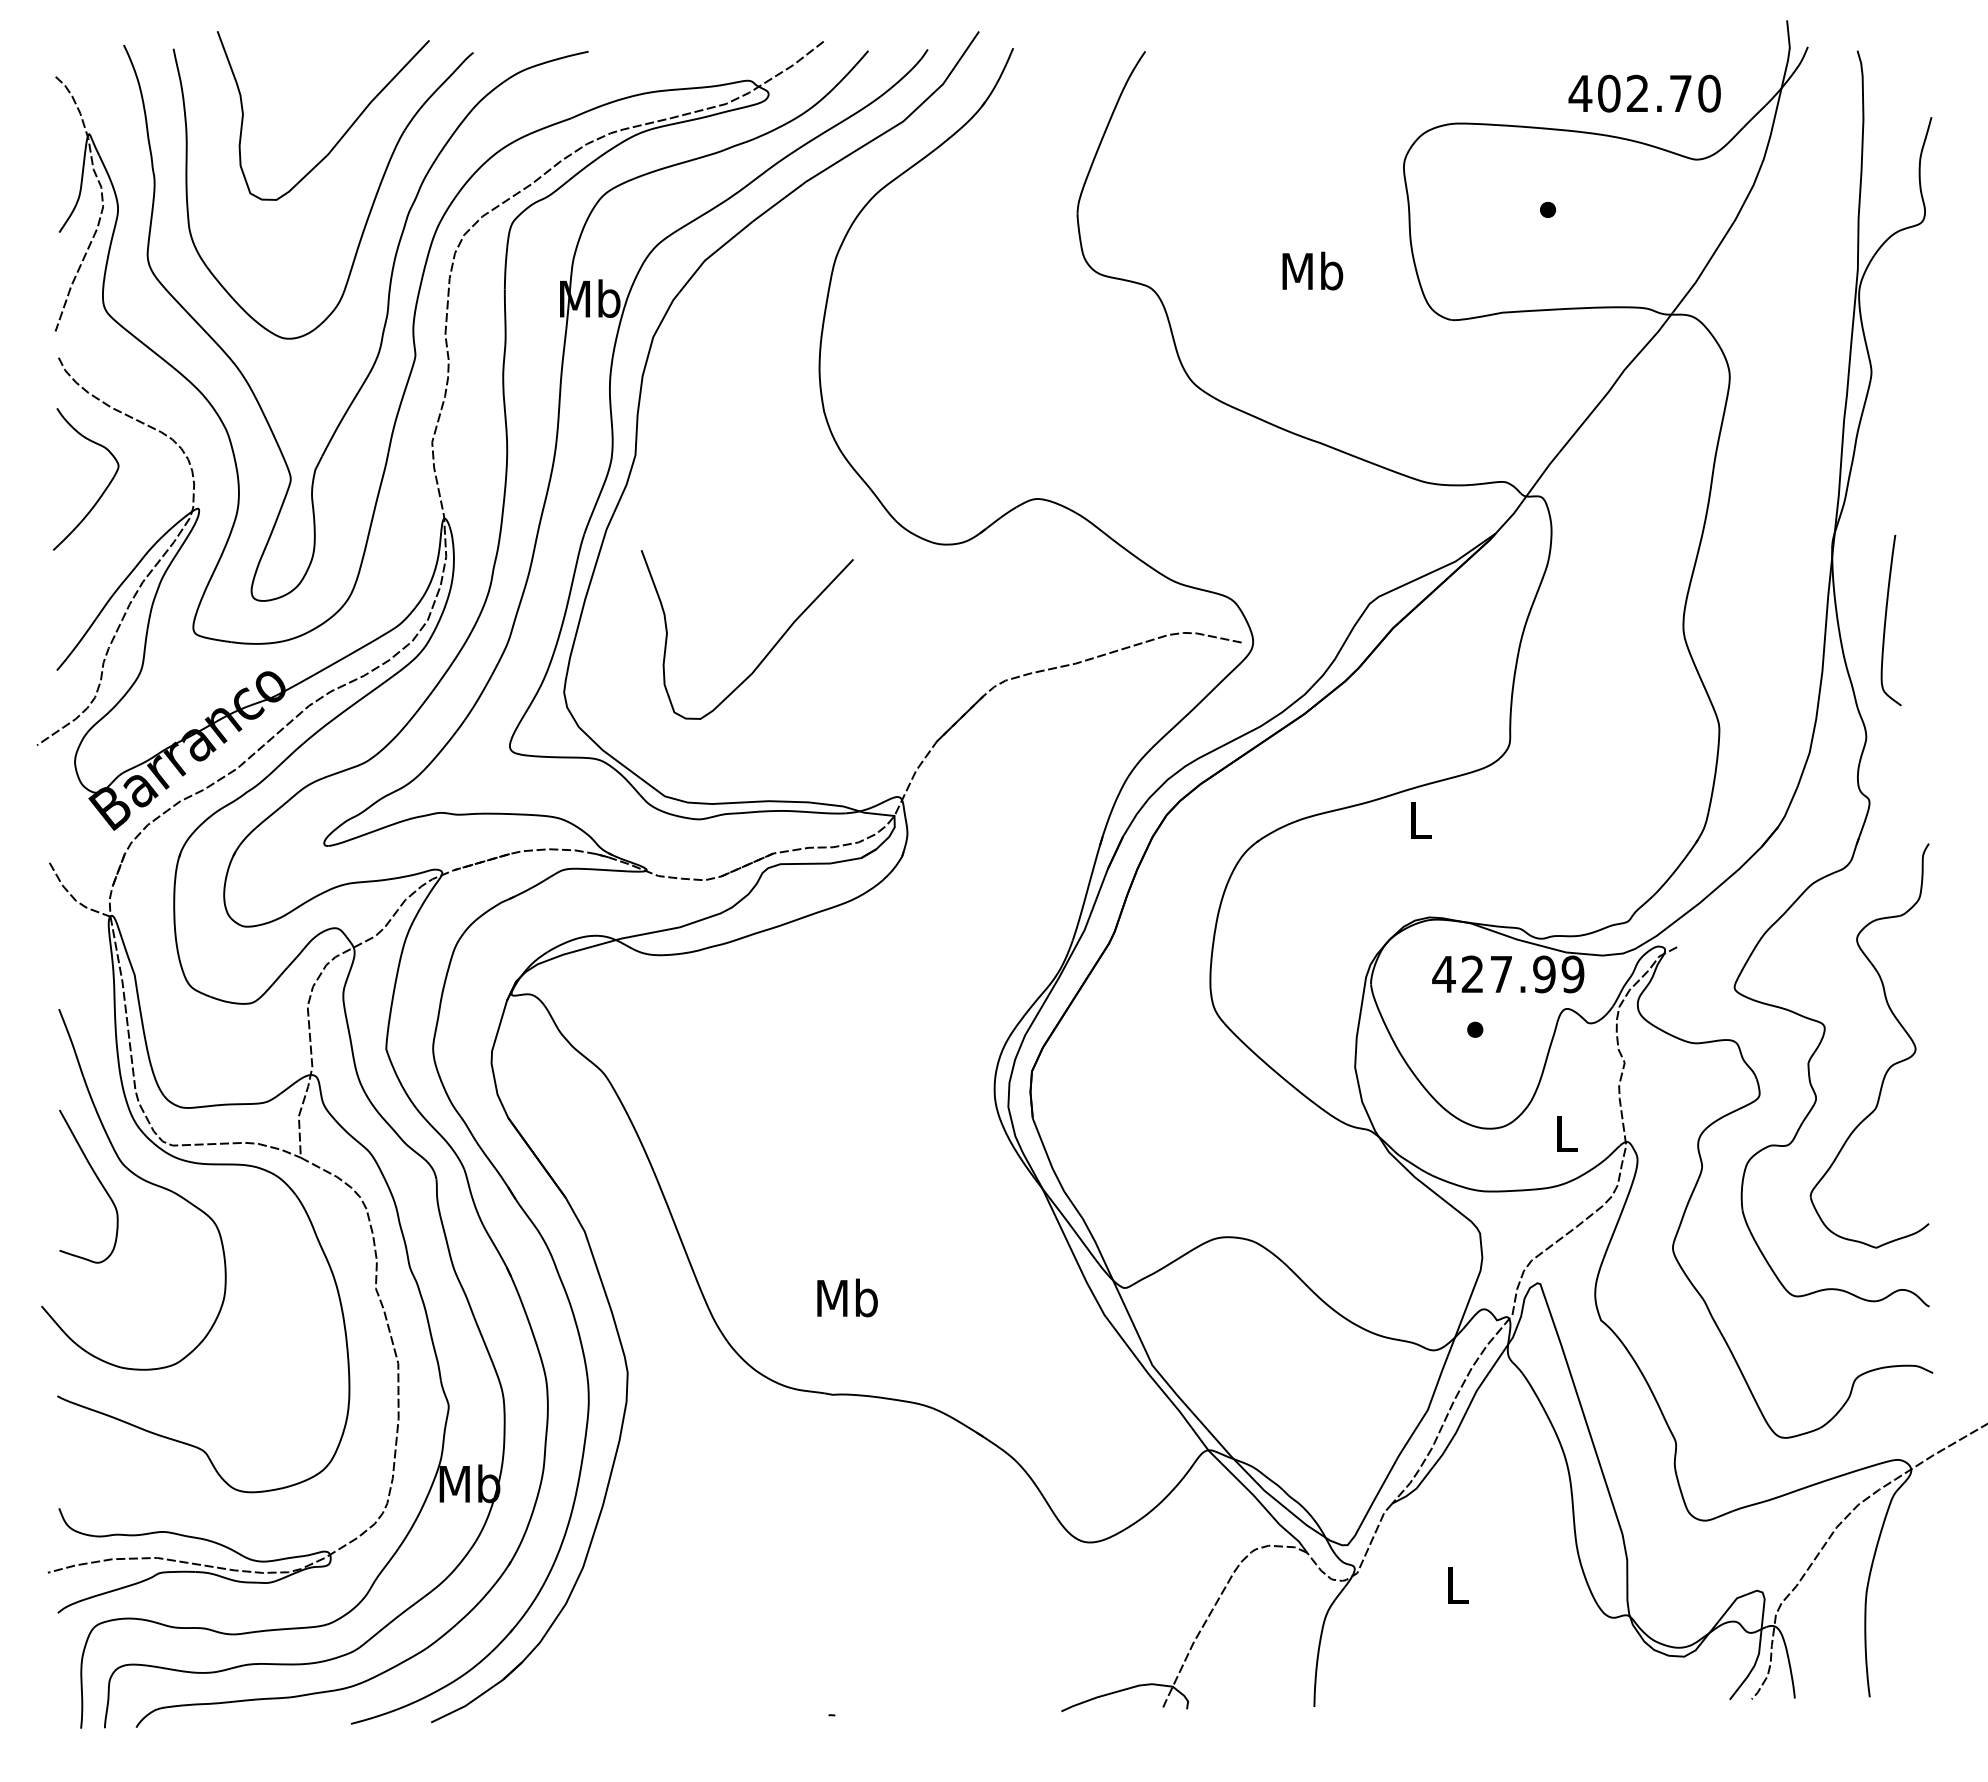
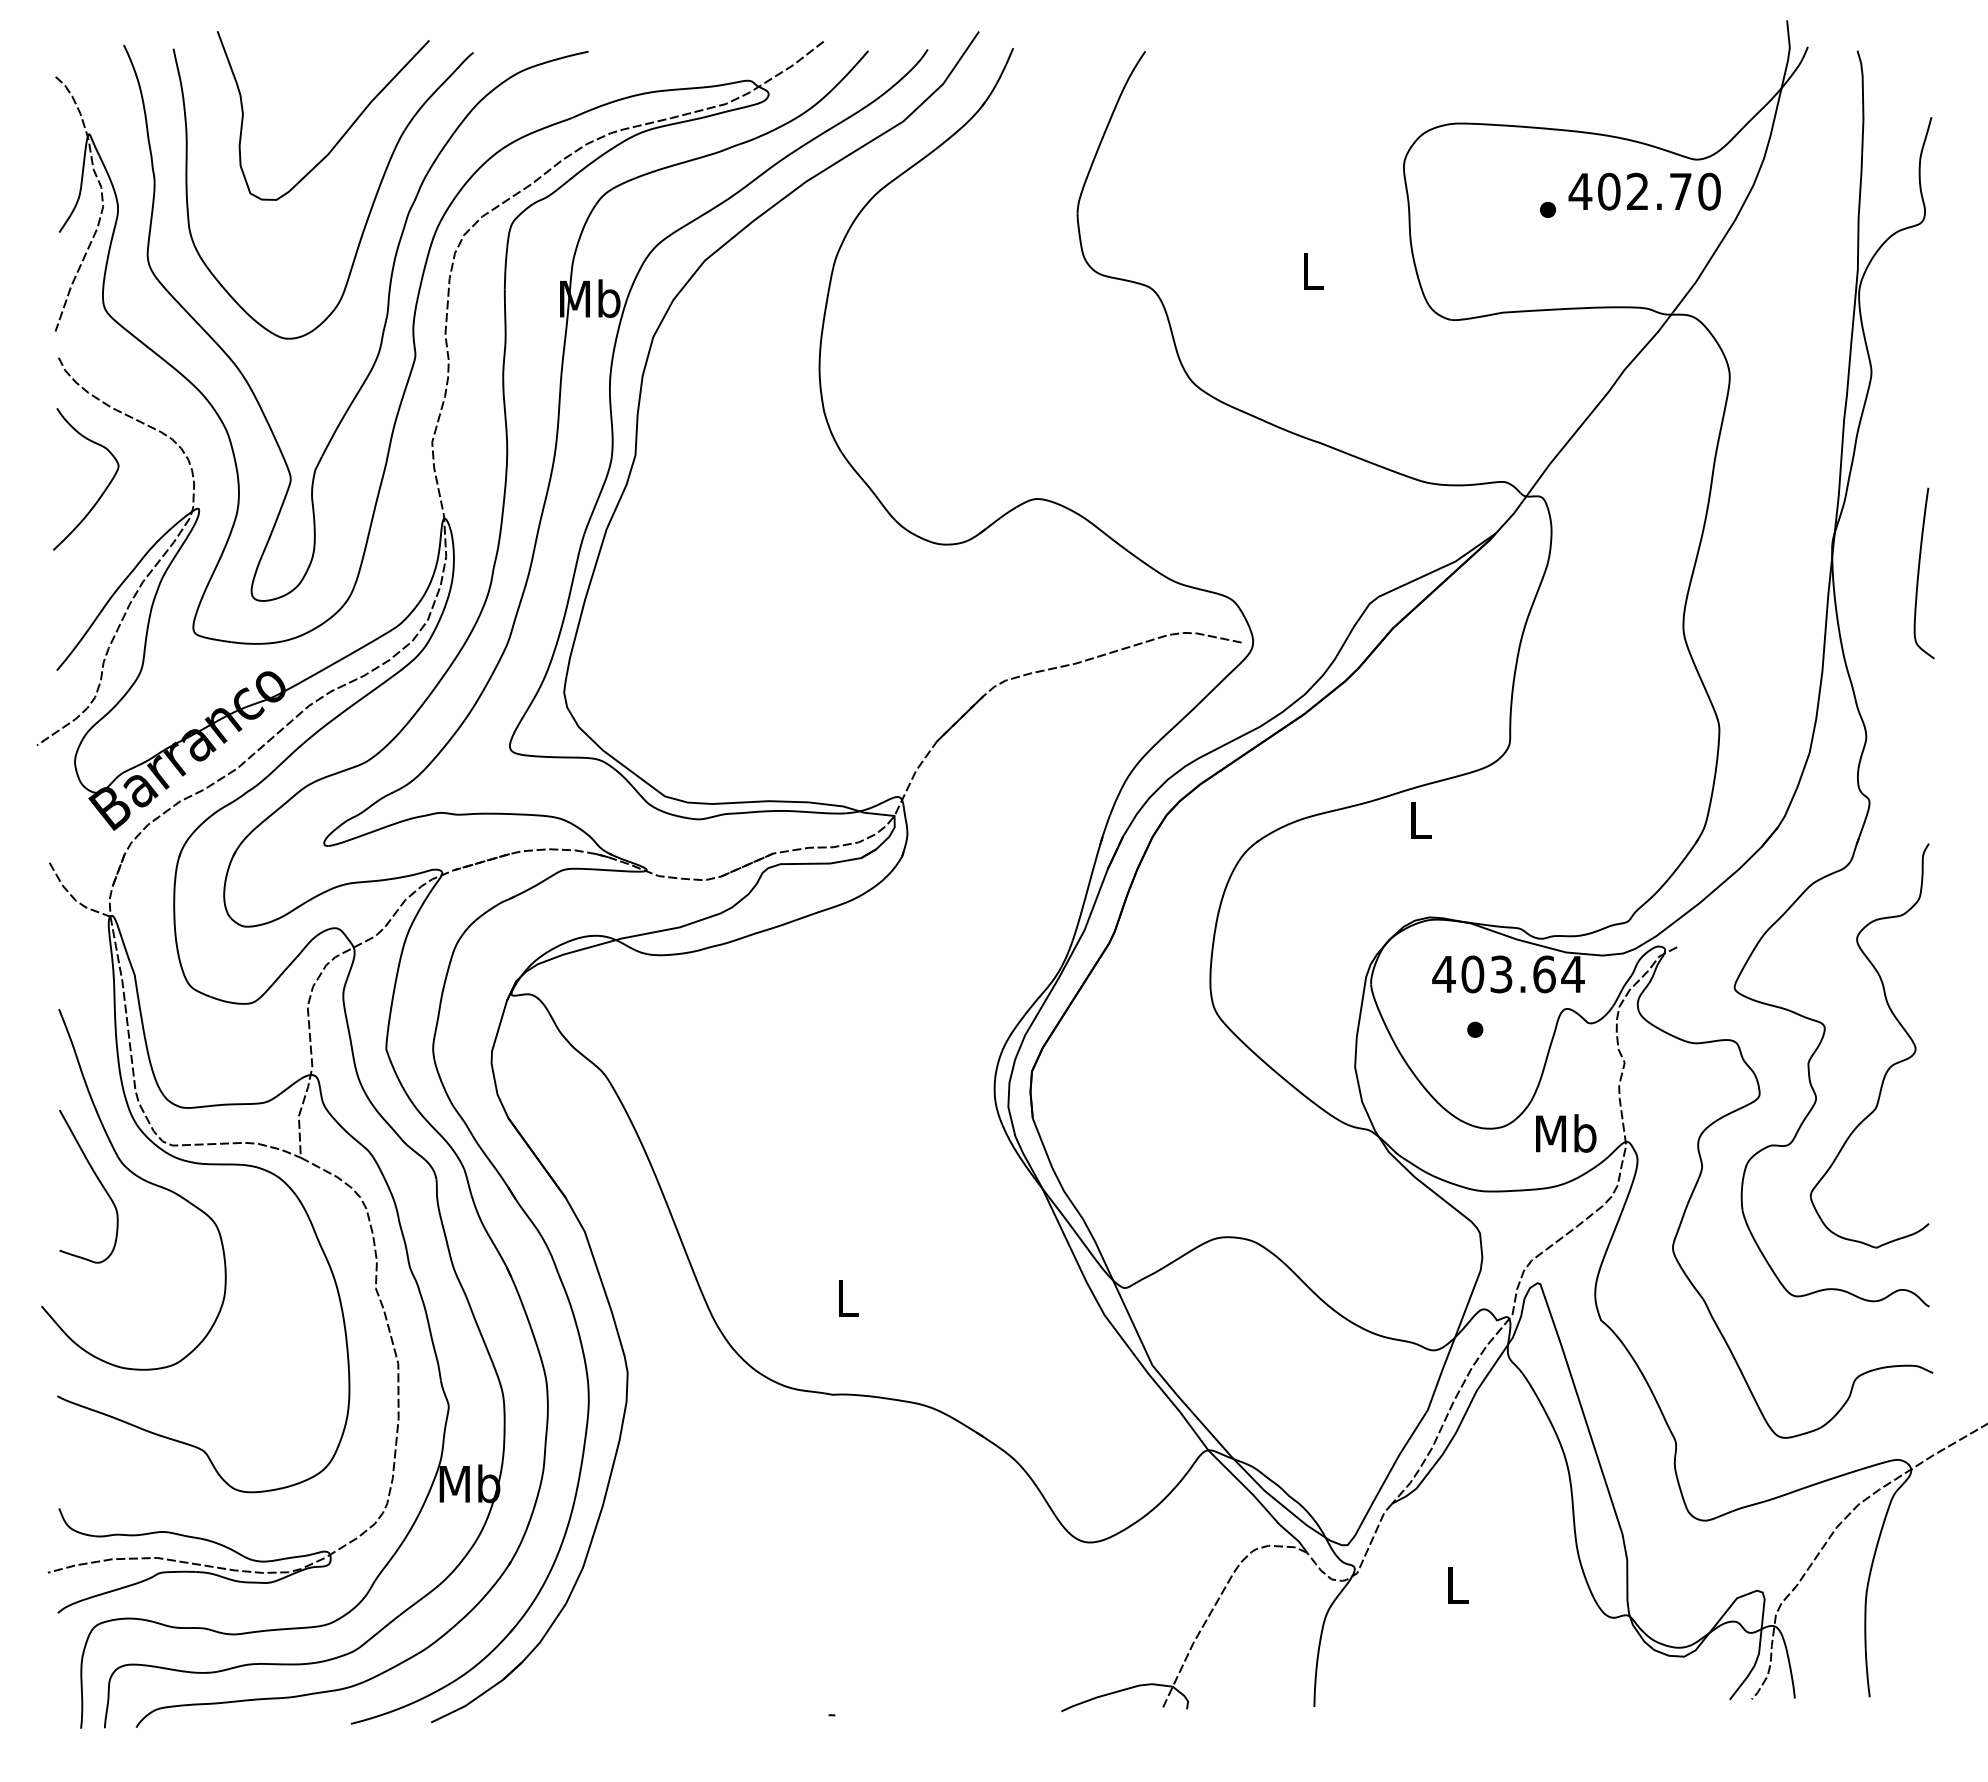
text at (1644, 93) position: (1644, 93) -> (1644, 191)
text at (1312, 270): Mb -> L
curve at (1886, 620) position: (1886, 620) -> (1919, 573)
curve at (768, 651): present -> none
text at (1522, 974): 427.99 -> 403.64
text at (1566, 1133): L -> Mb
text at (847, 1297): Mb -> L
